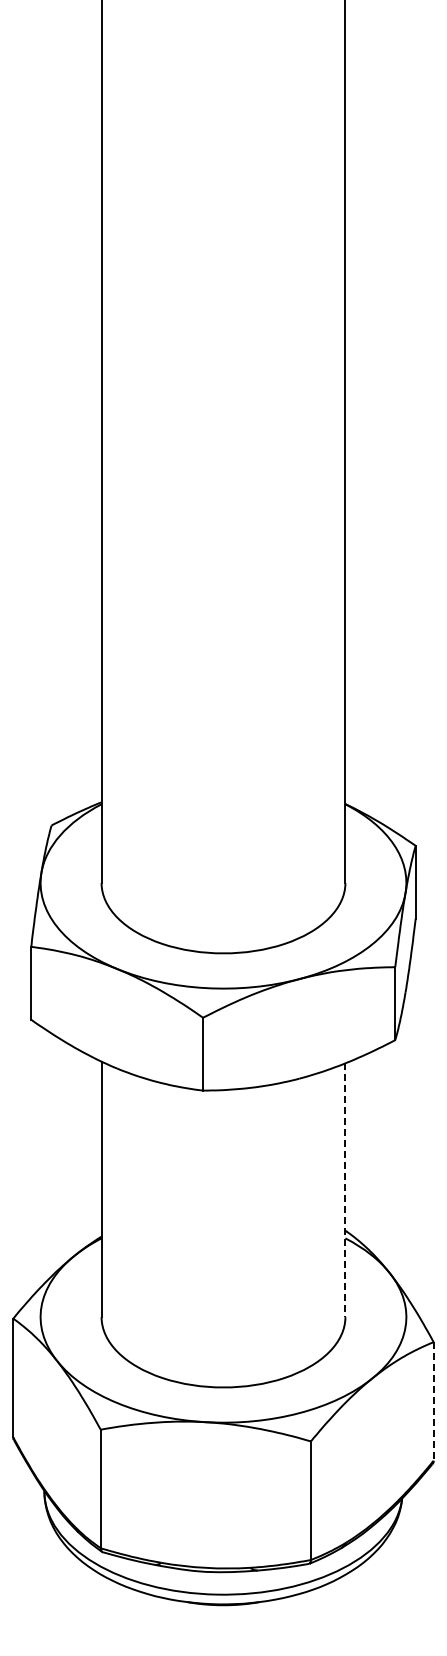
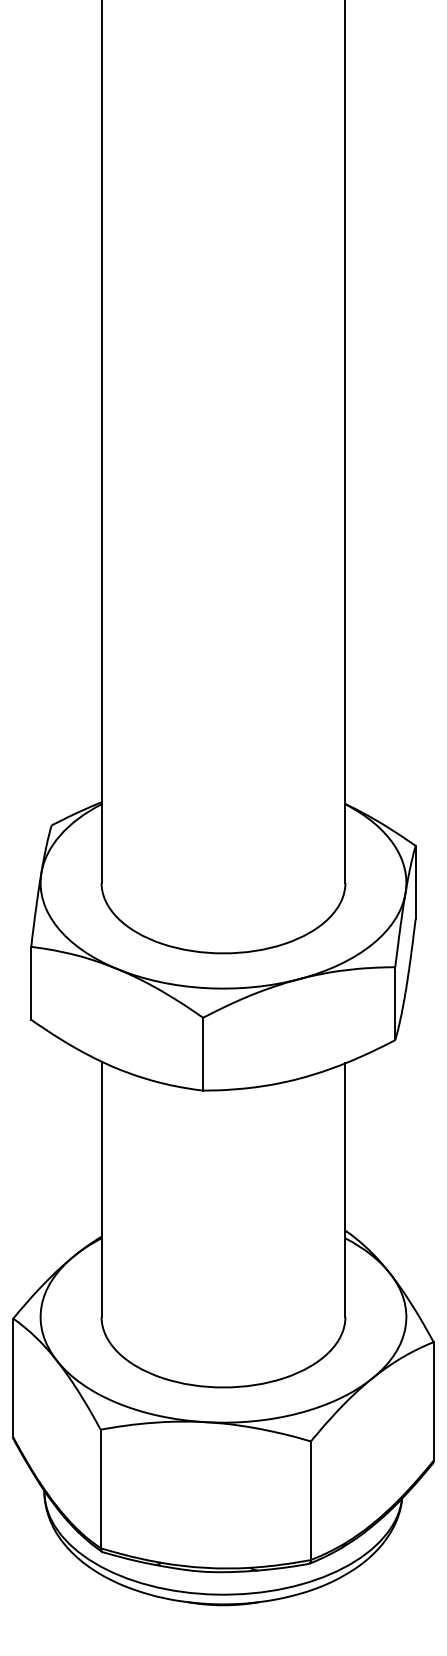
line at (345, 1190): dashed -> solid
line at (433, 1402): dashed -> solid
